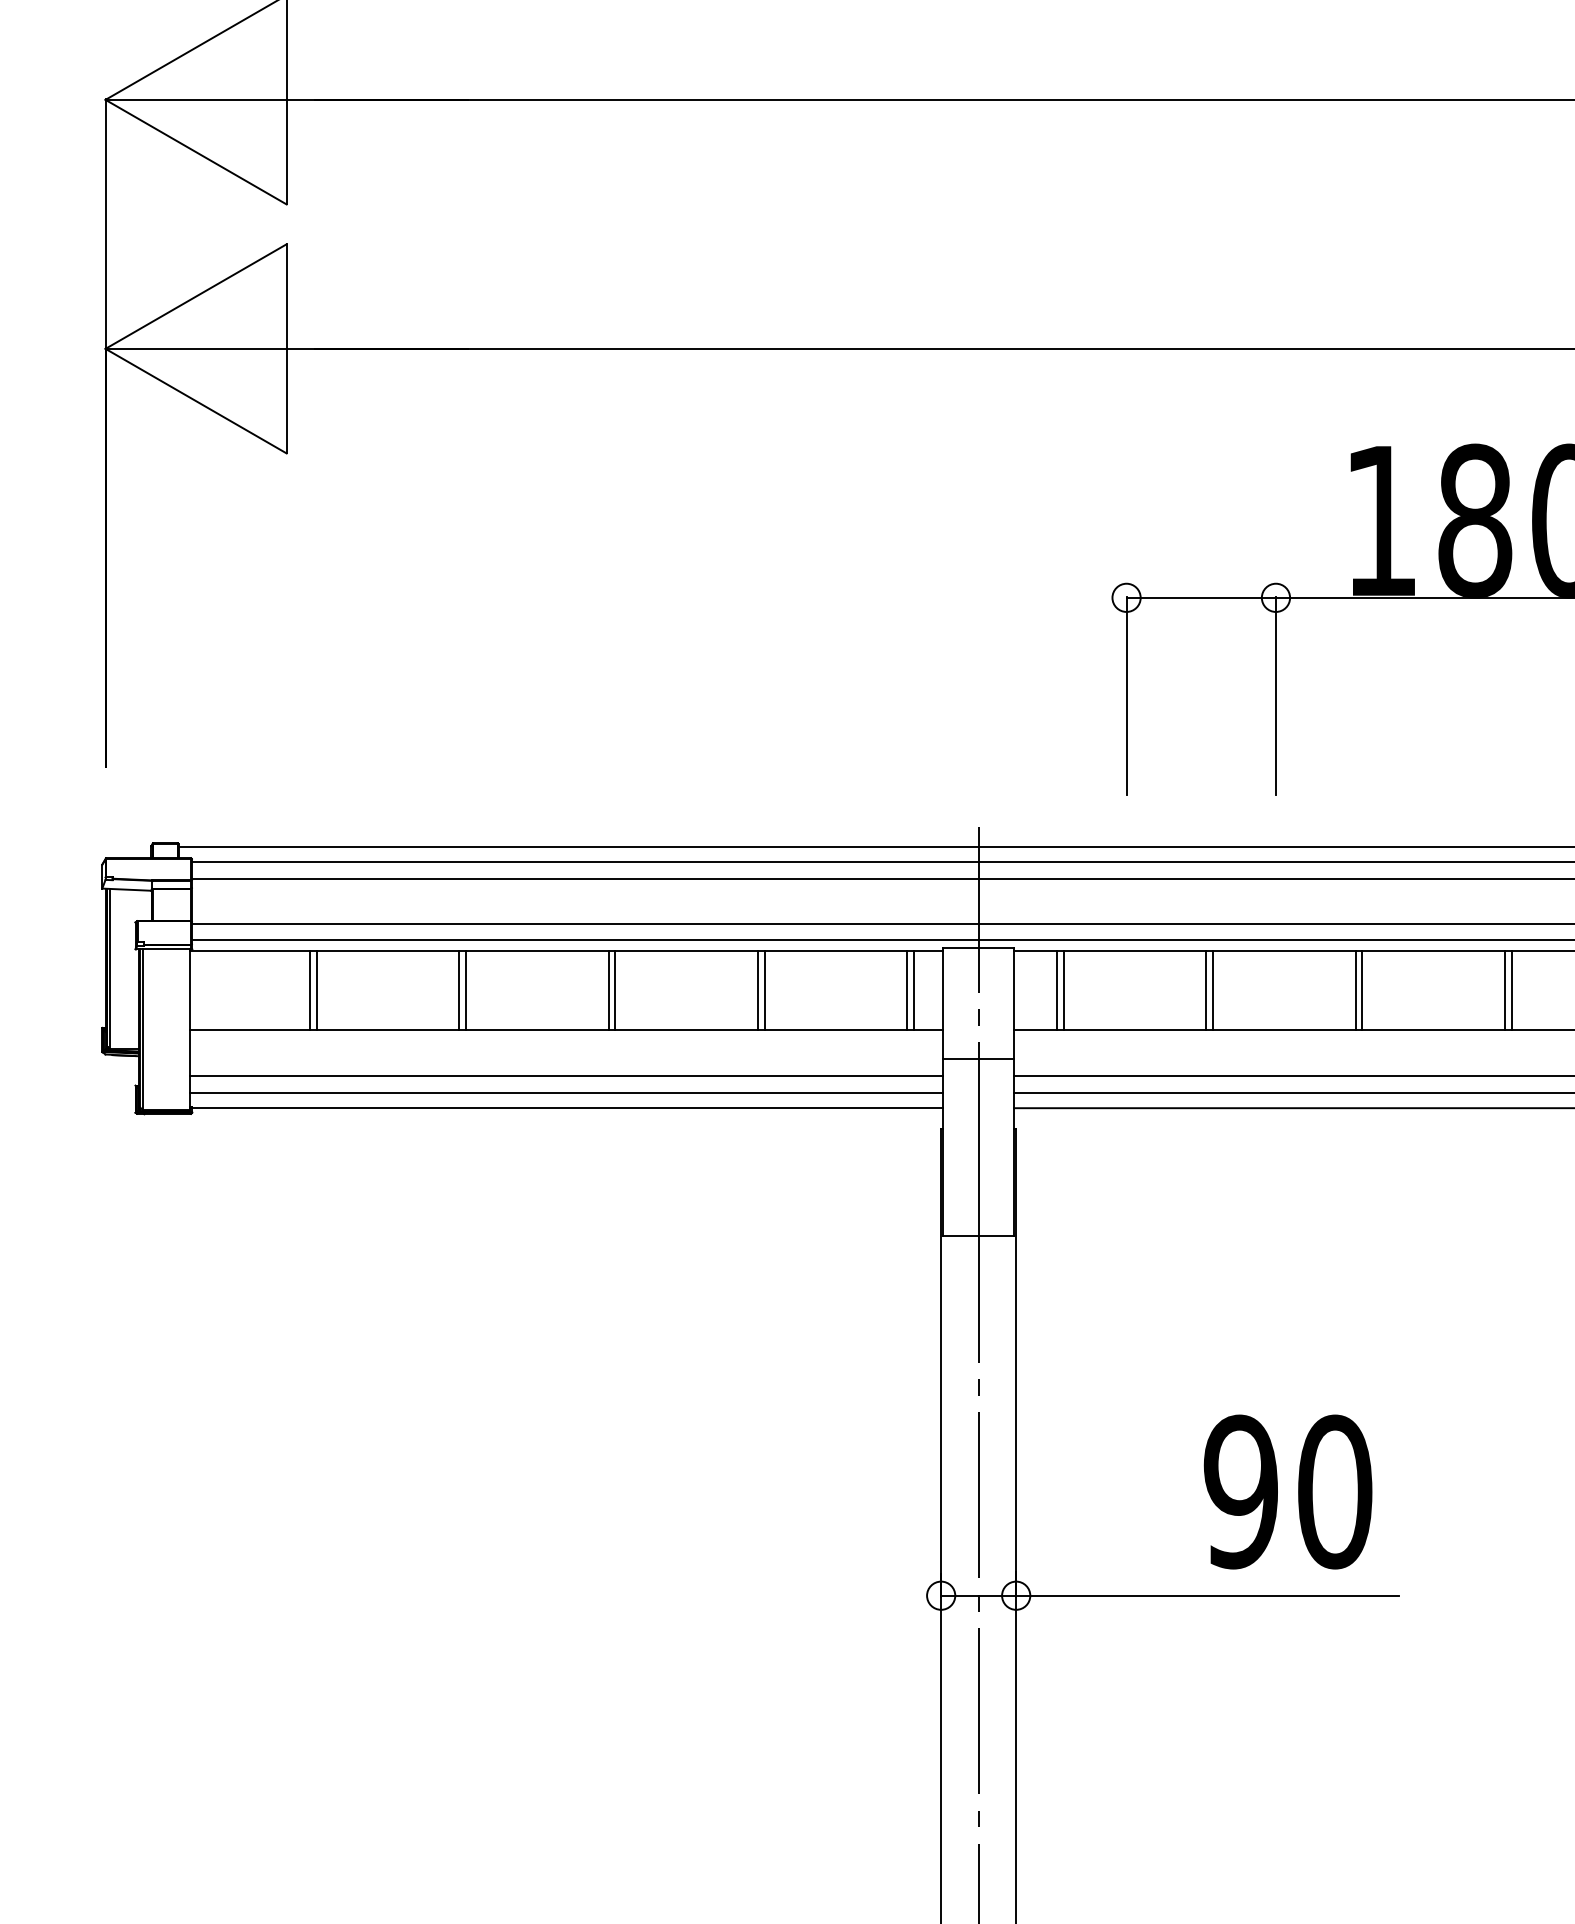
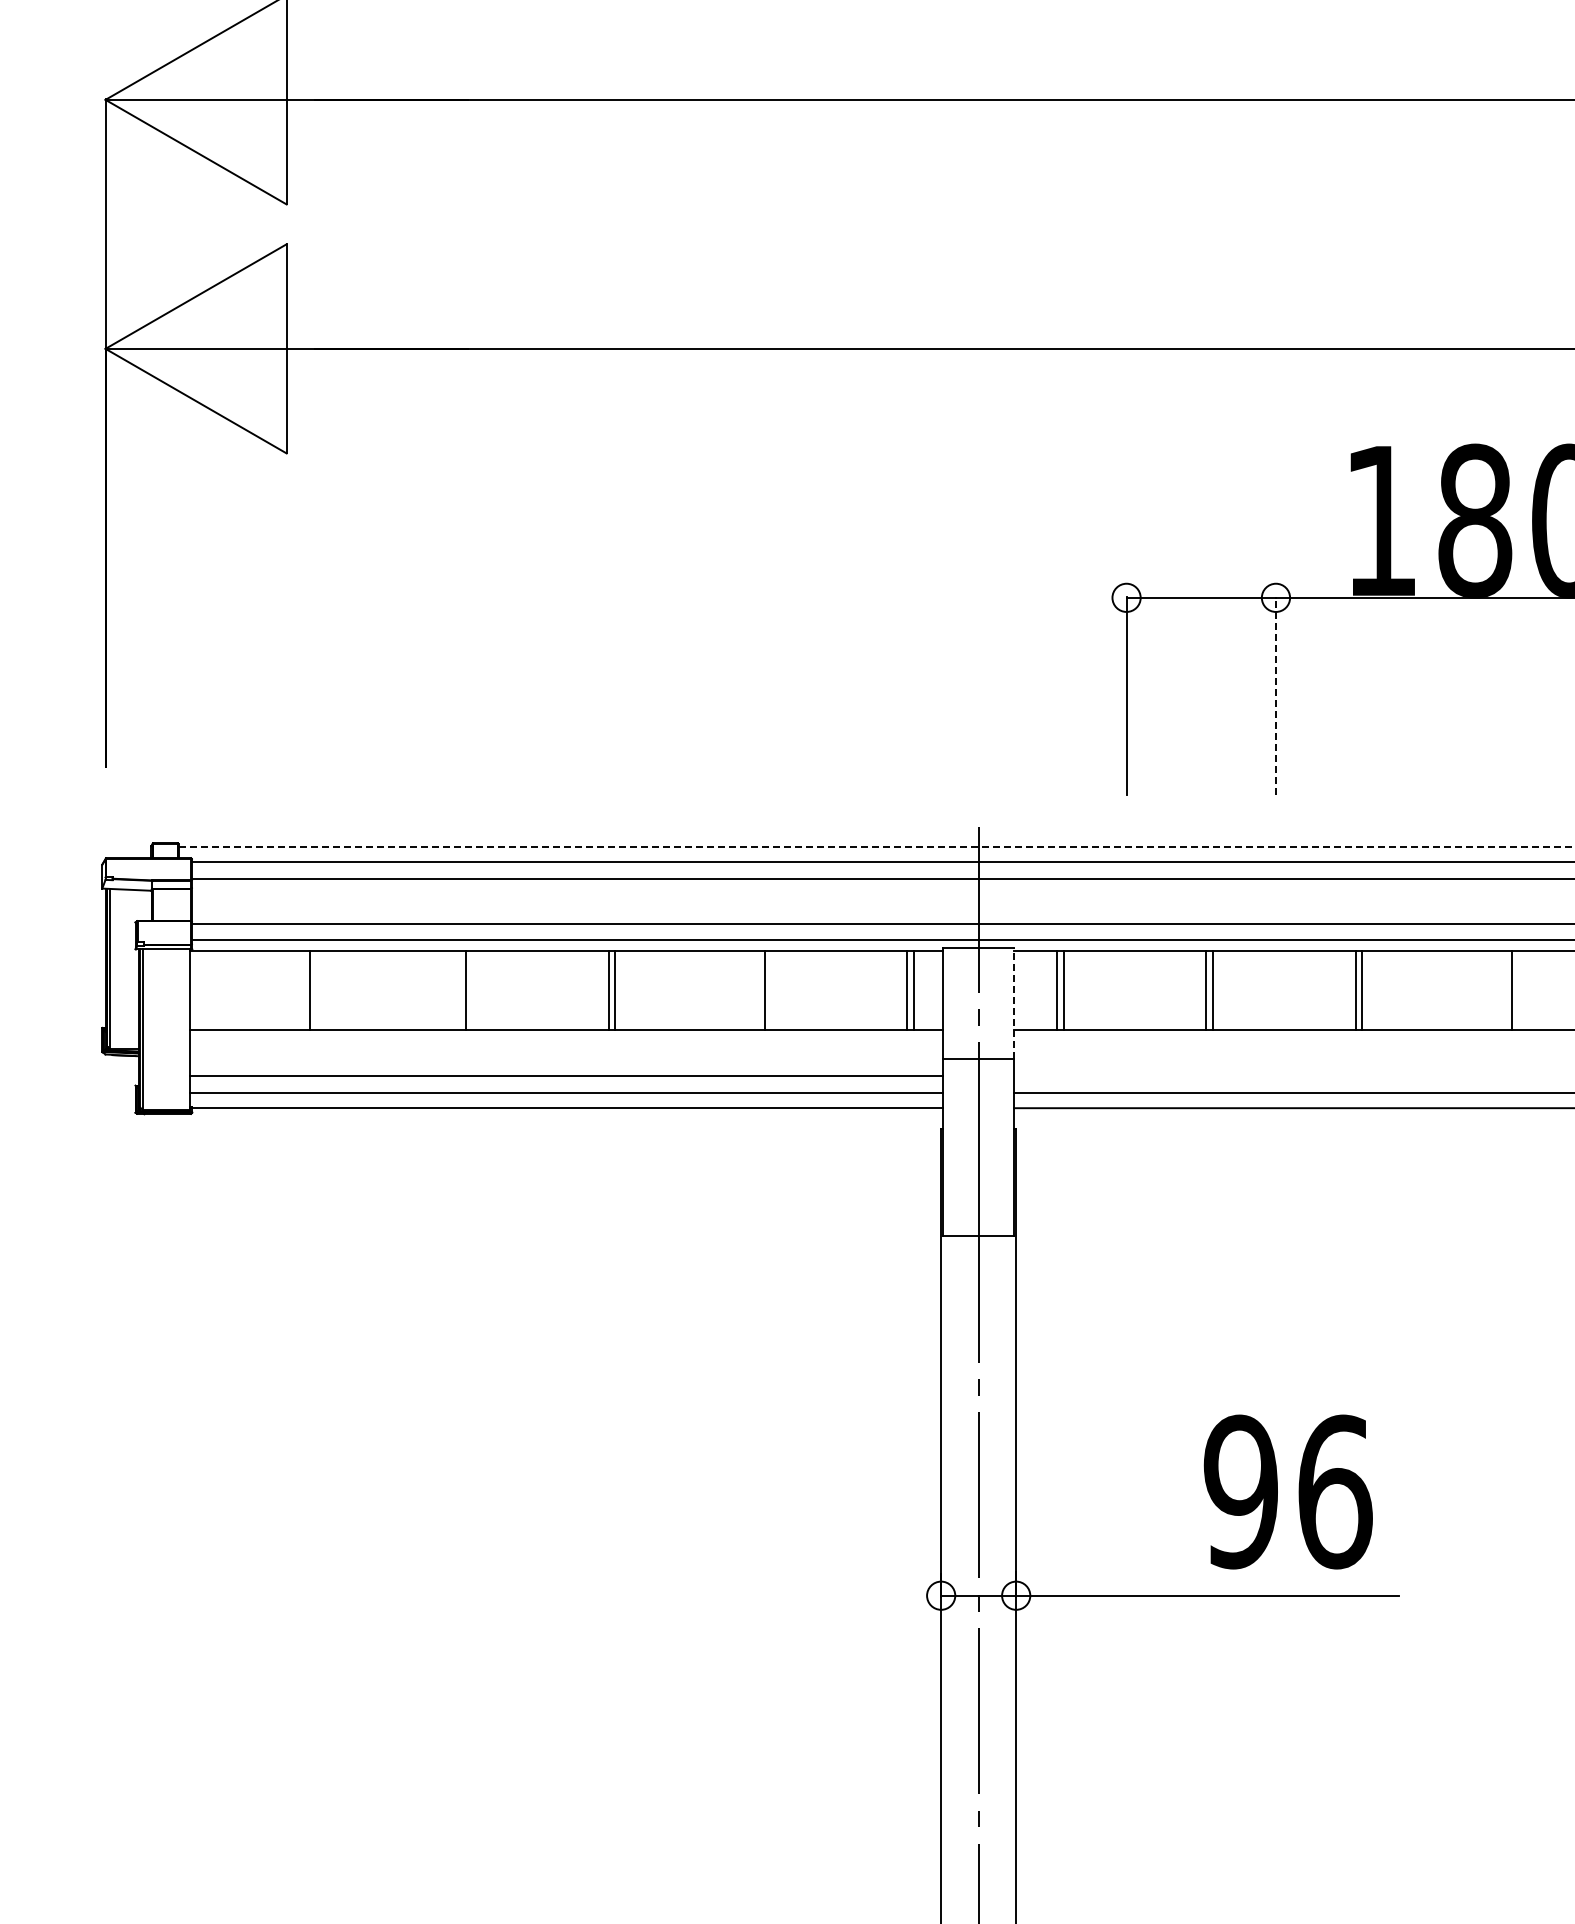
line at (1275, 695): solid -> dashed
line at (876, 846): solid -> dashed
line at (316, 990): present -> none
line at (459, 990): present -> none
line at (757, 990): present -> none
line at (1504, 990): present -> none
line at (1013, 1002): solid -> dashed
line at (1292, 1076): present -> none
text at (1335, 1491): 90 -> 96
